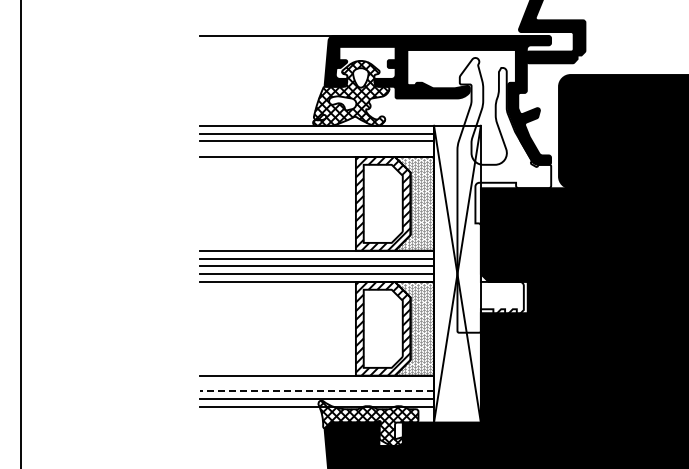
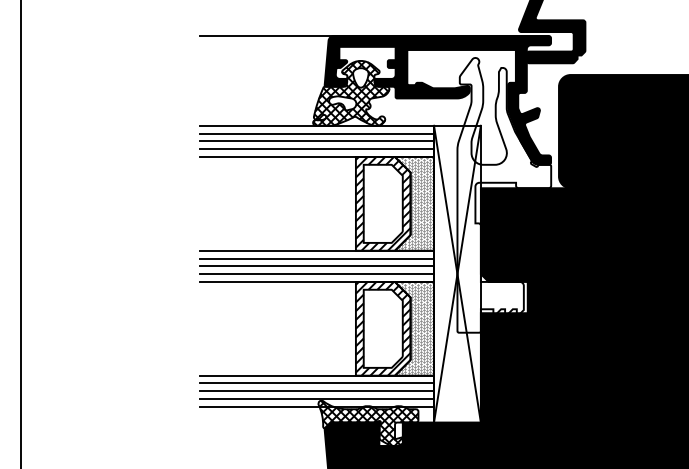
line at (317, 149): none -> present
line at (317, 383): none -> present
line at (317, 391): dashed -> solid
